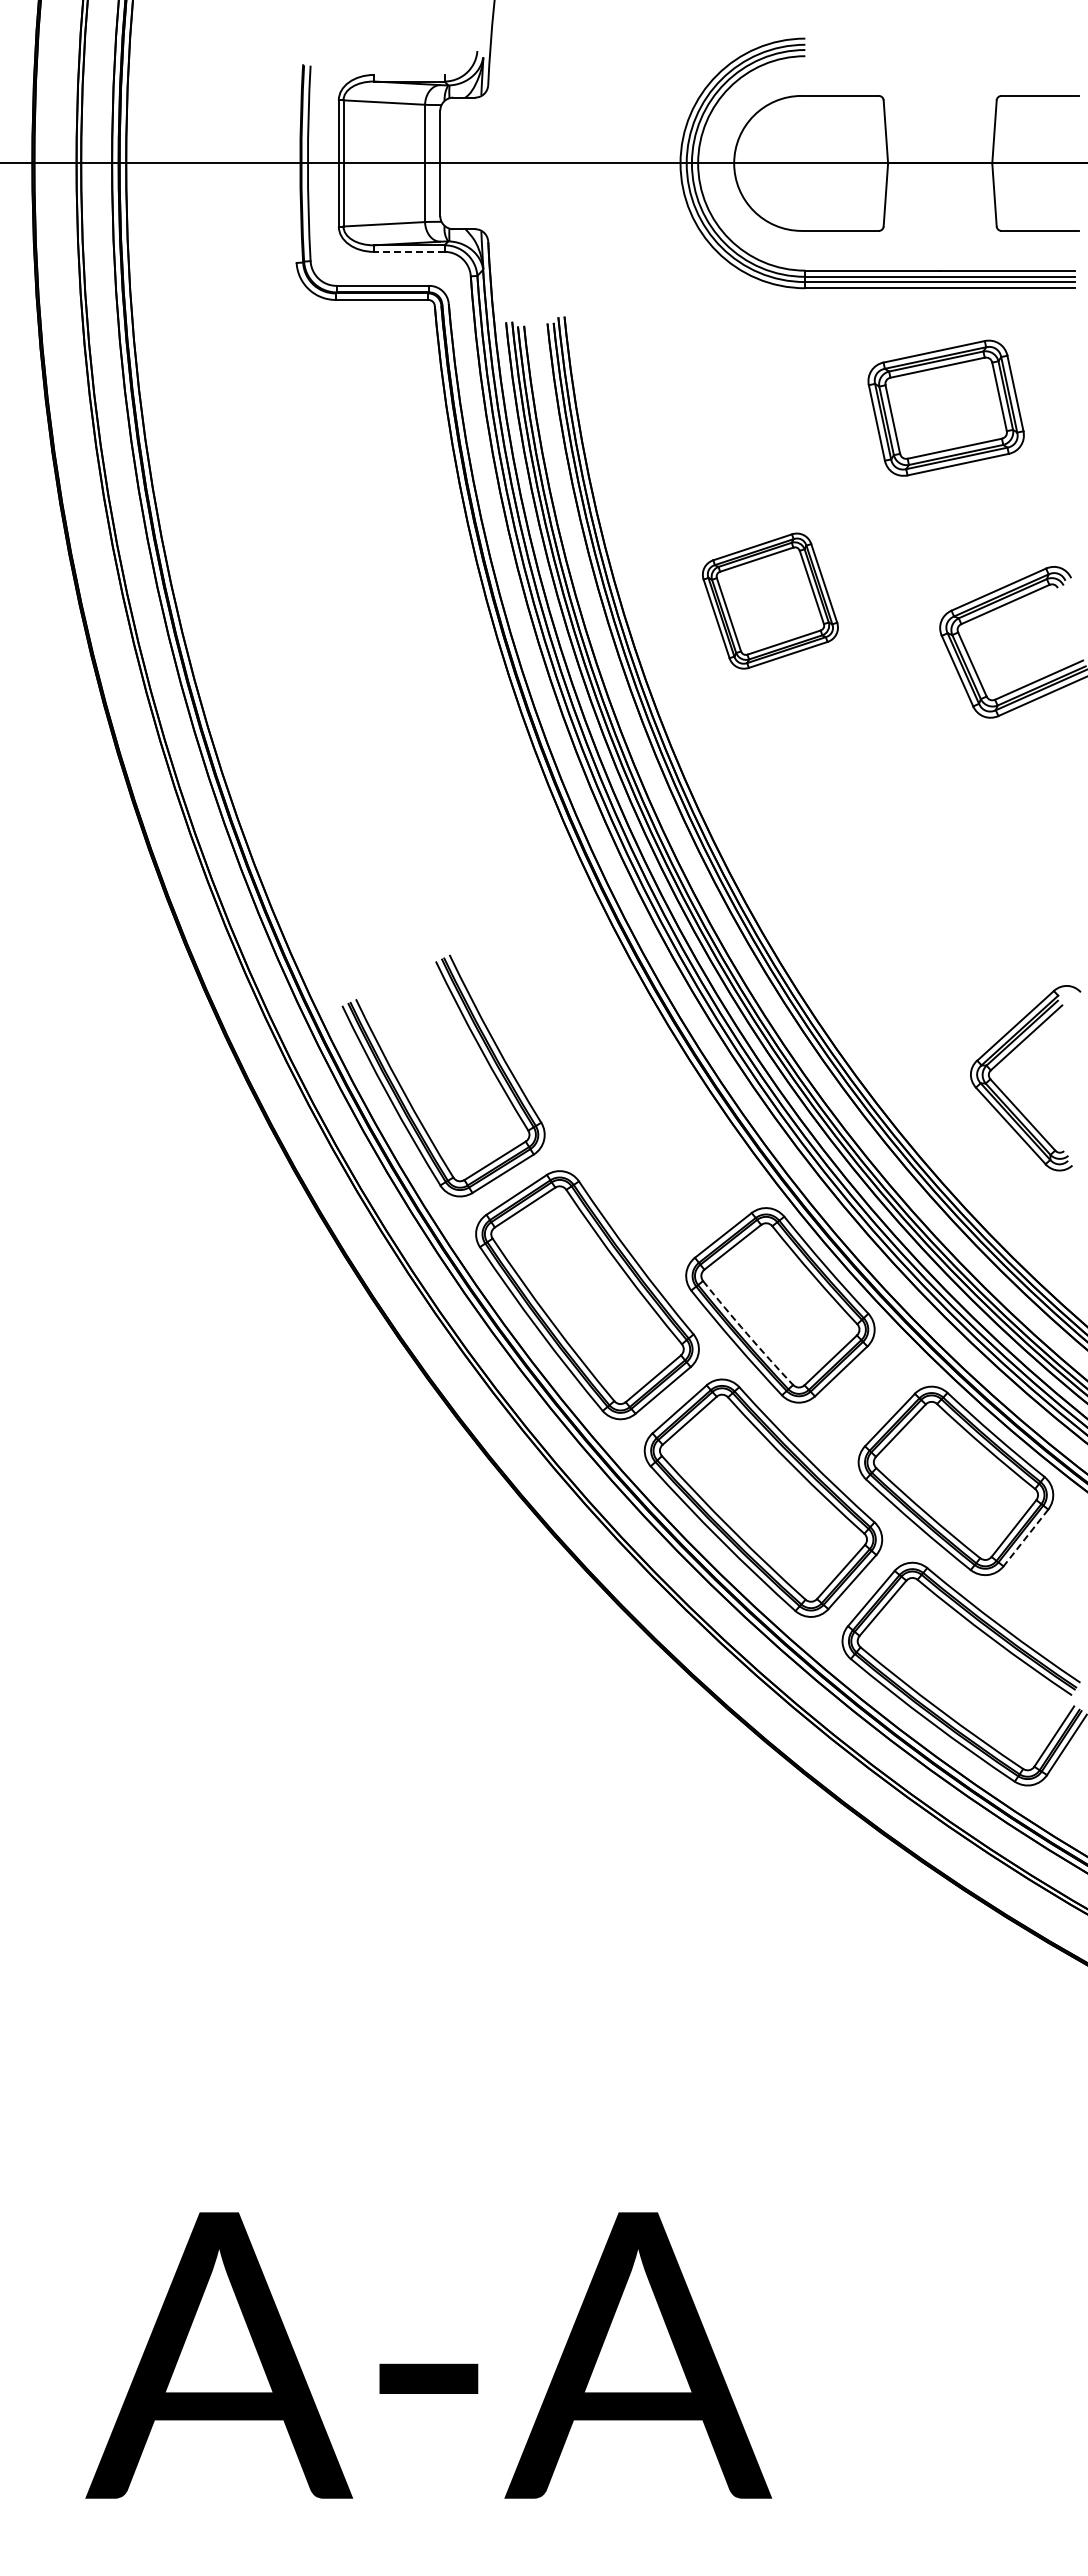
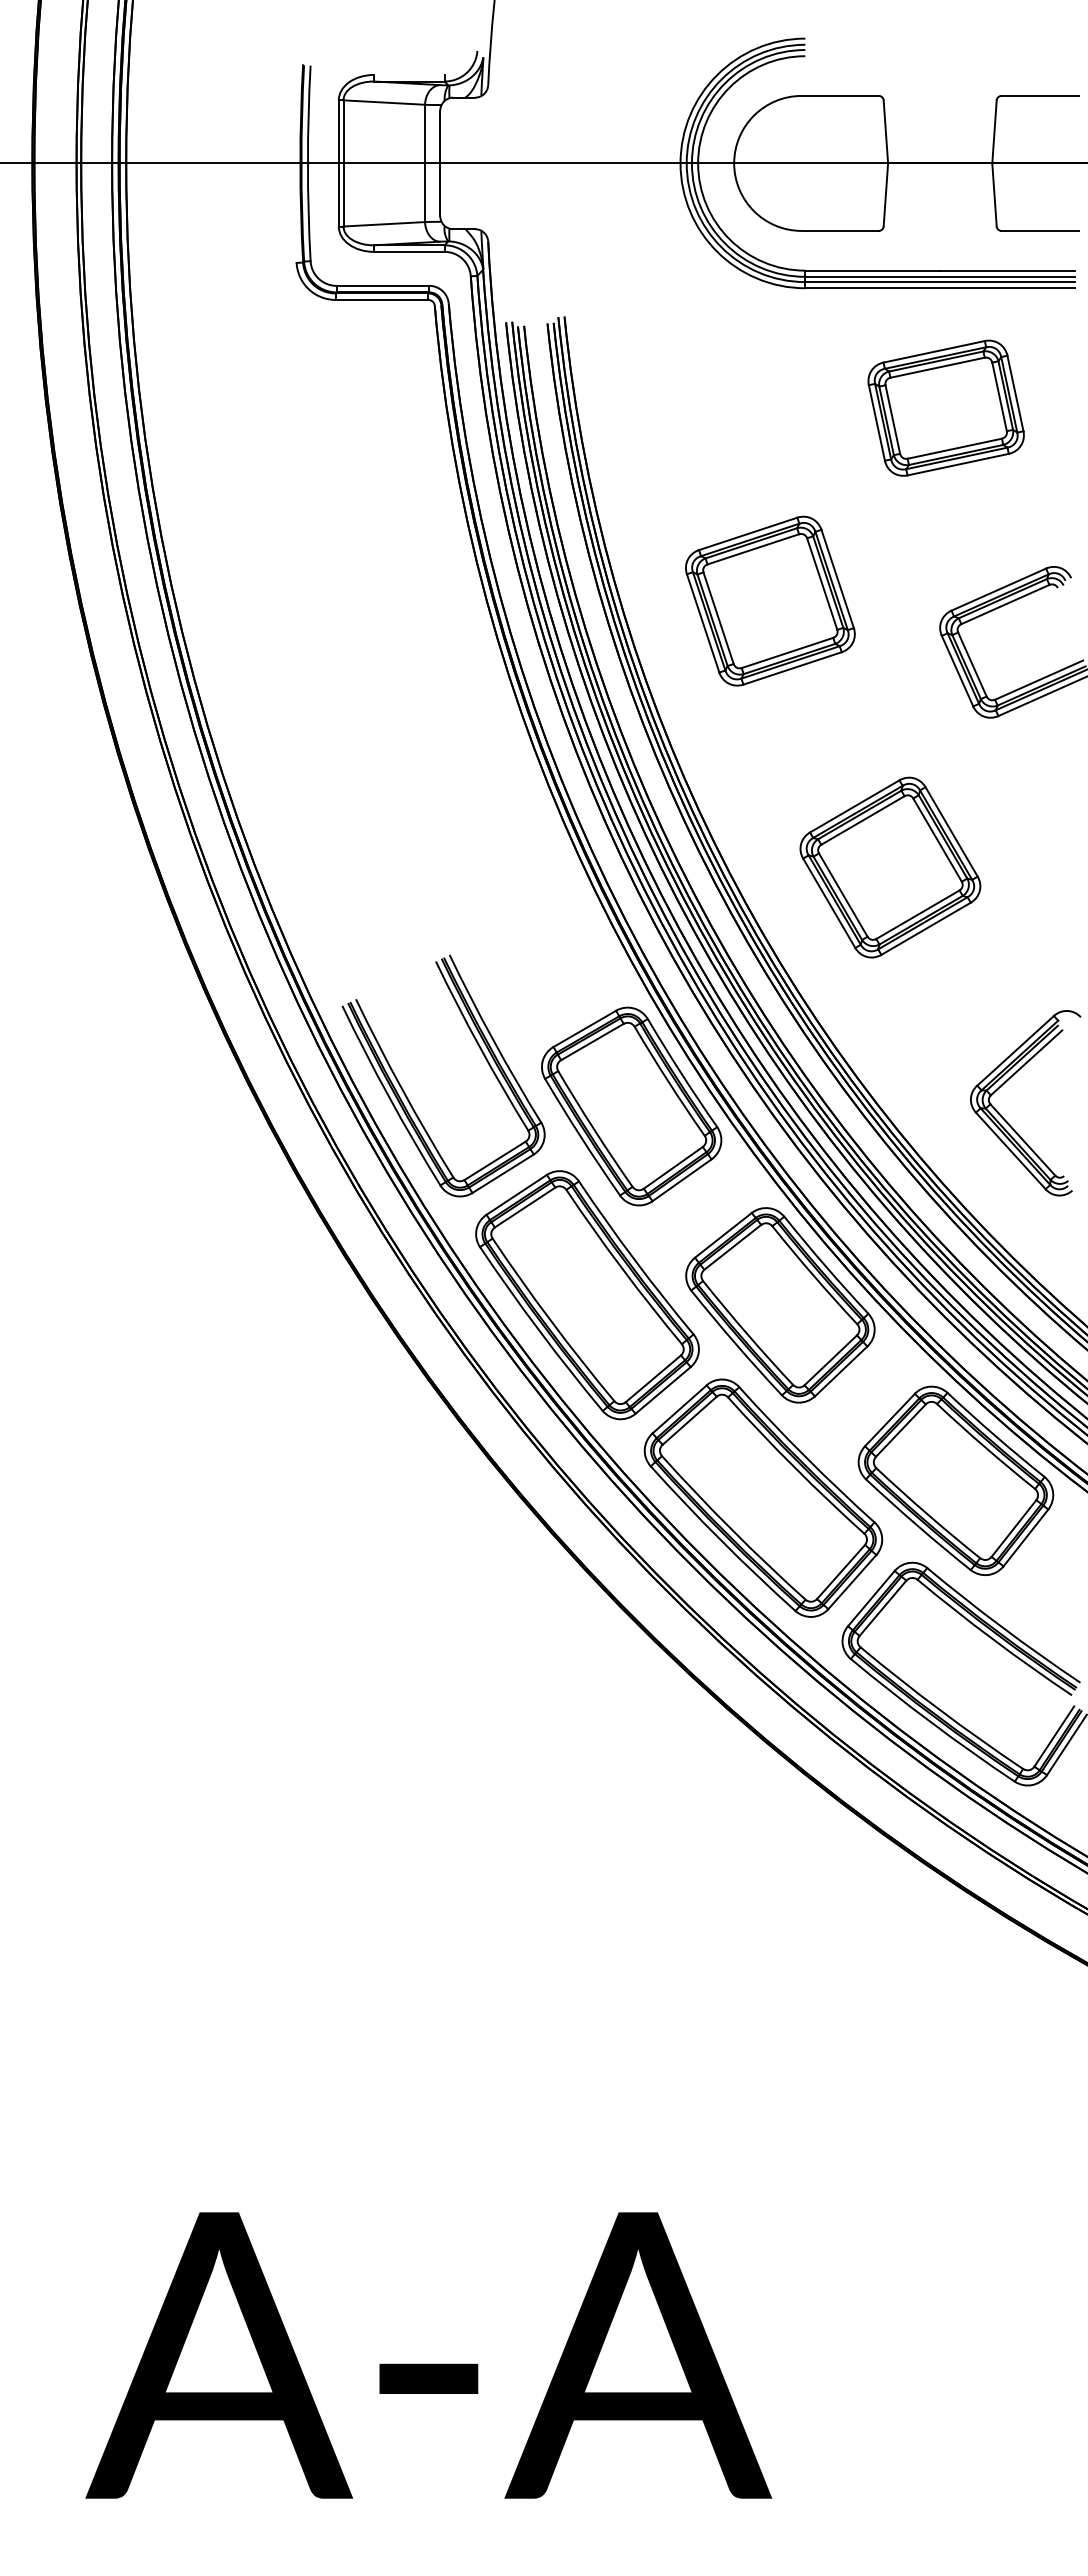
line at (408, 251): dashed -> solid
part at (770, 600) size: 137x138 px -> 171x172 px
part at (890, 867): none -> present
part at (1007, 1096) position: (1007, 1096) -> (1007, 1121)
part at (631, 1106): none -> present
arc at (747, 1333): dashed -> solid
line at (1025, 1538): dashed -> solid
